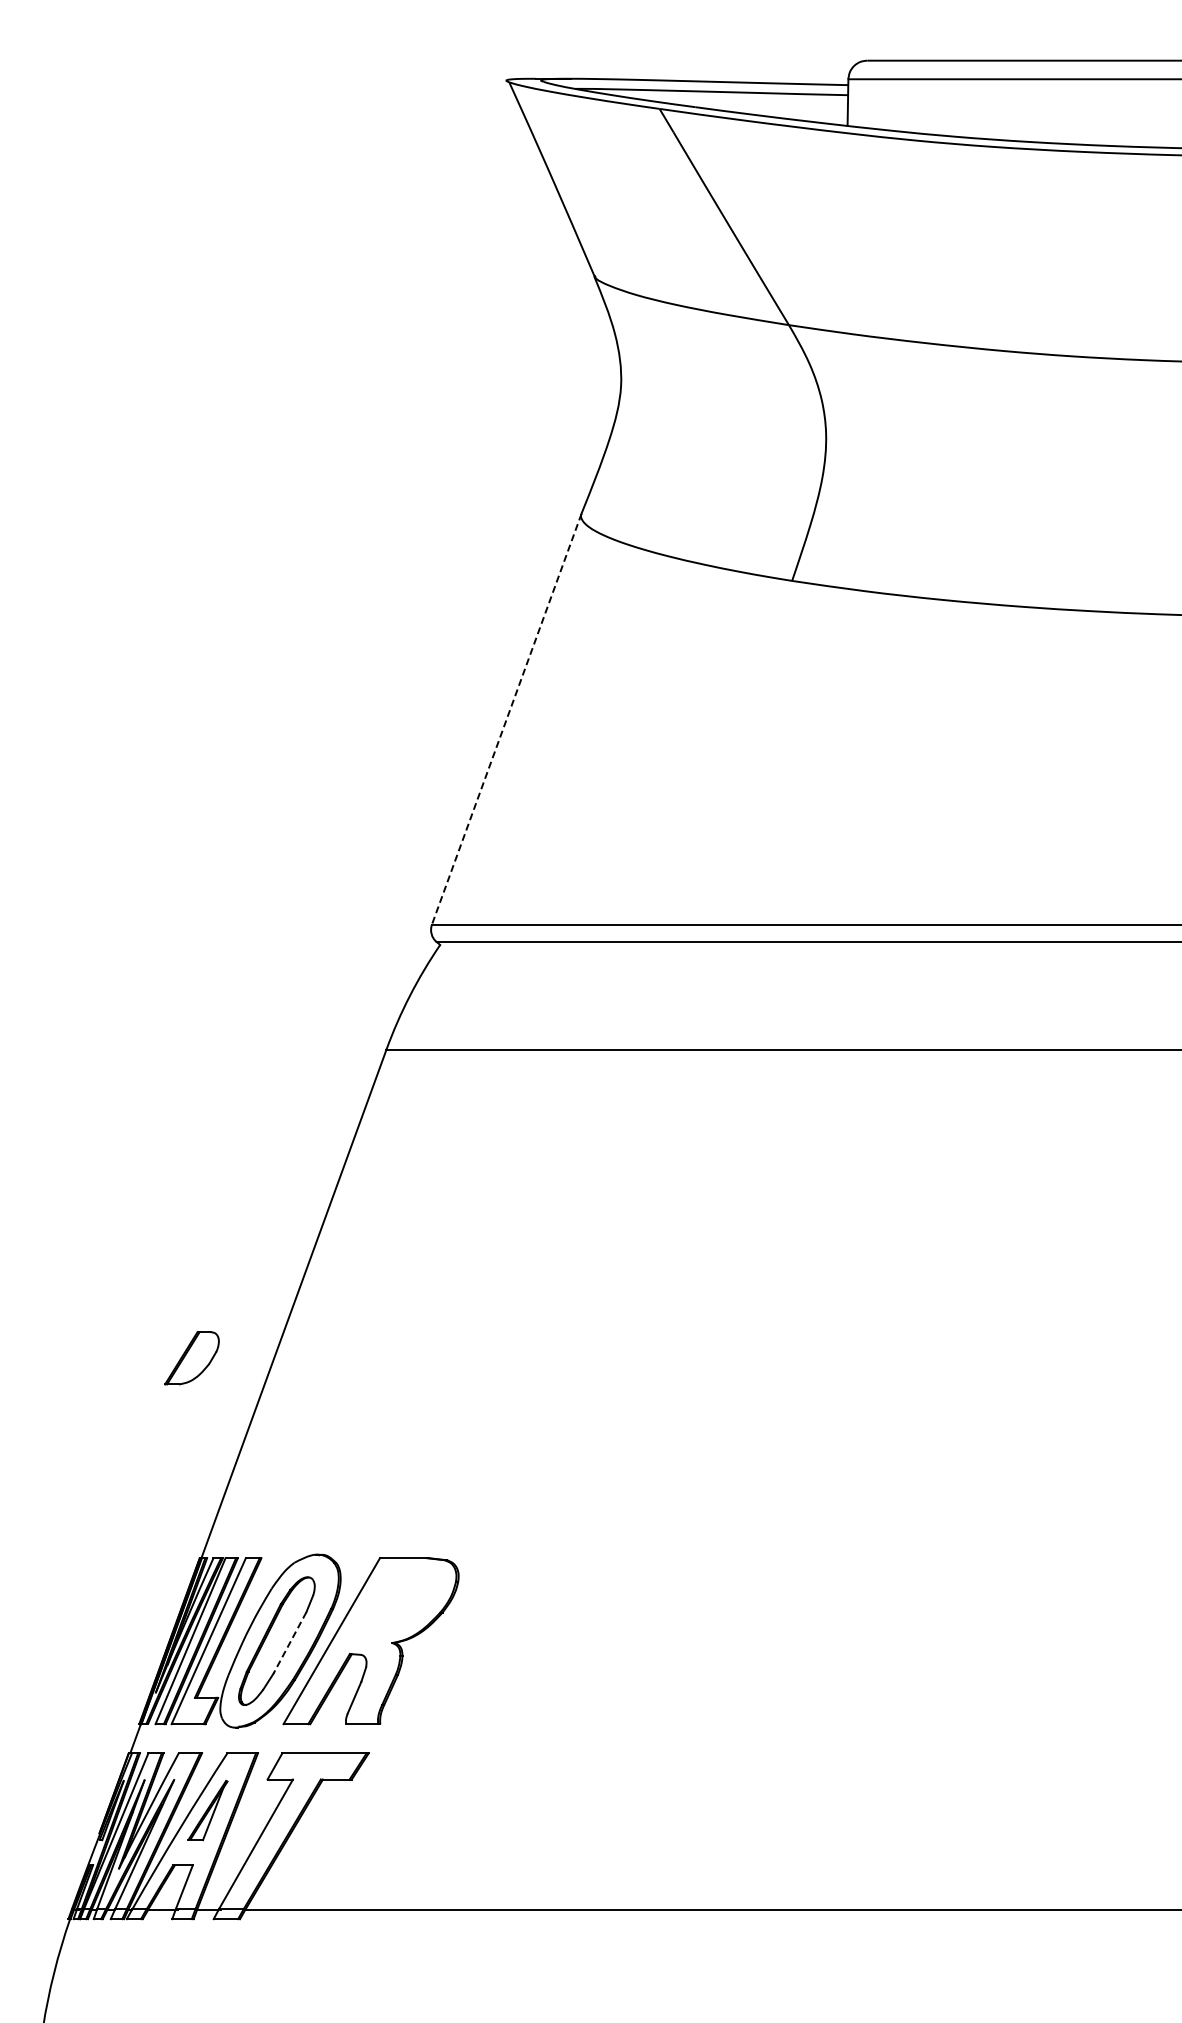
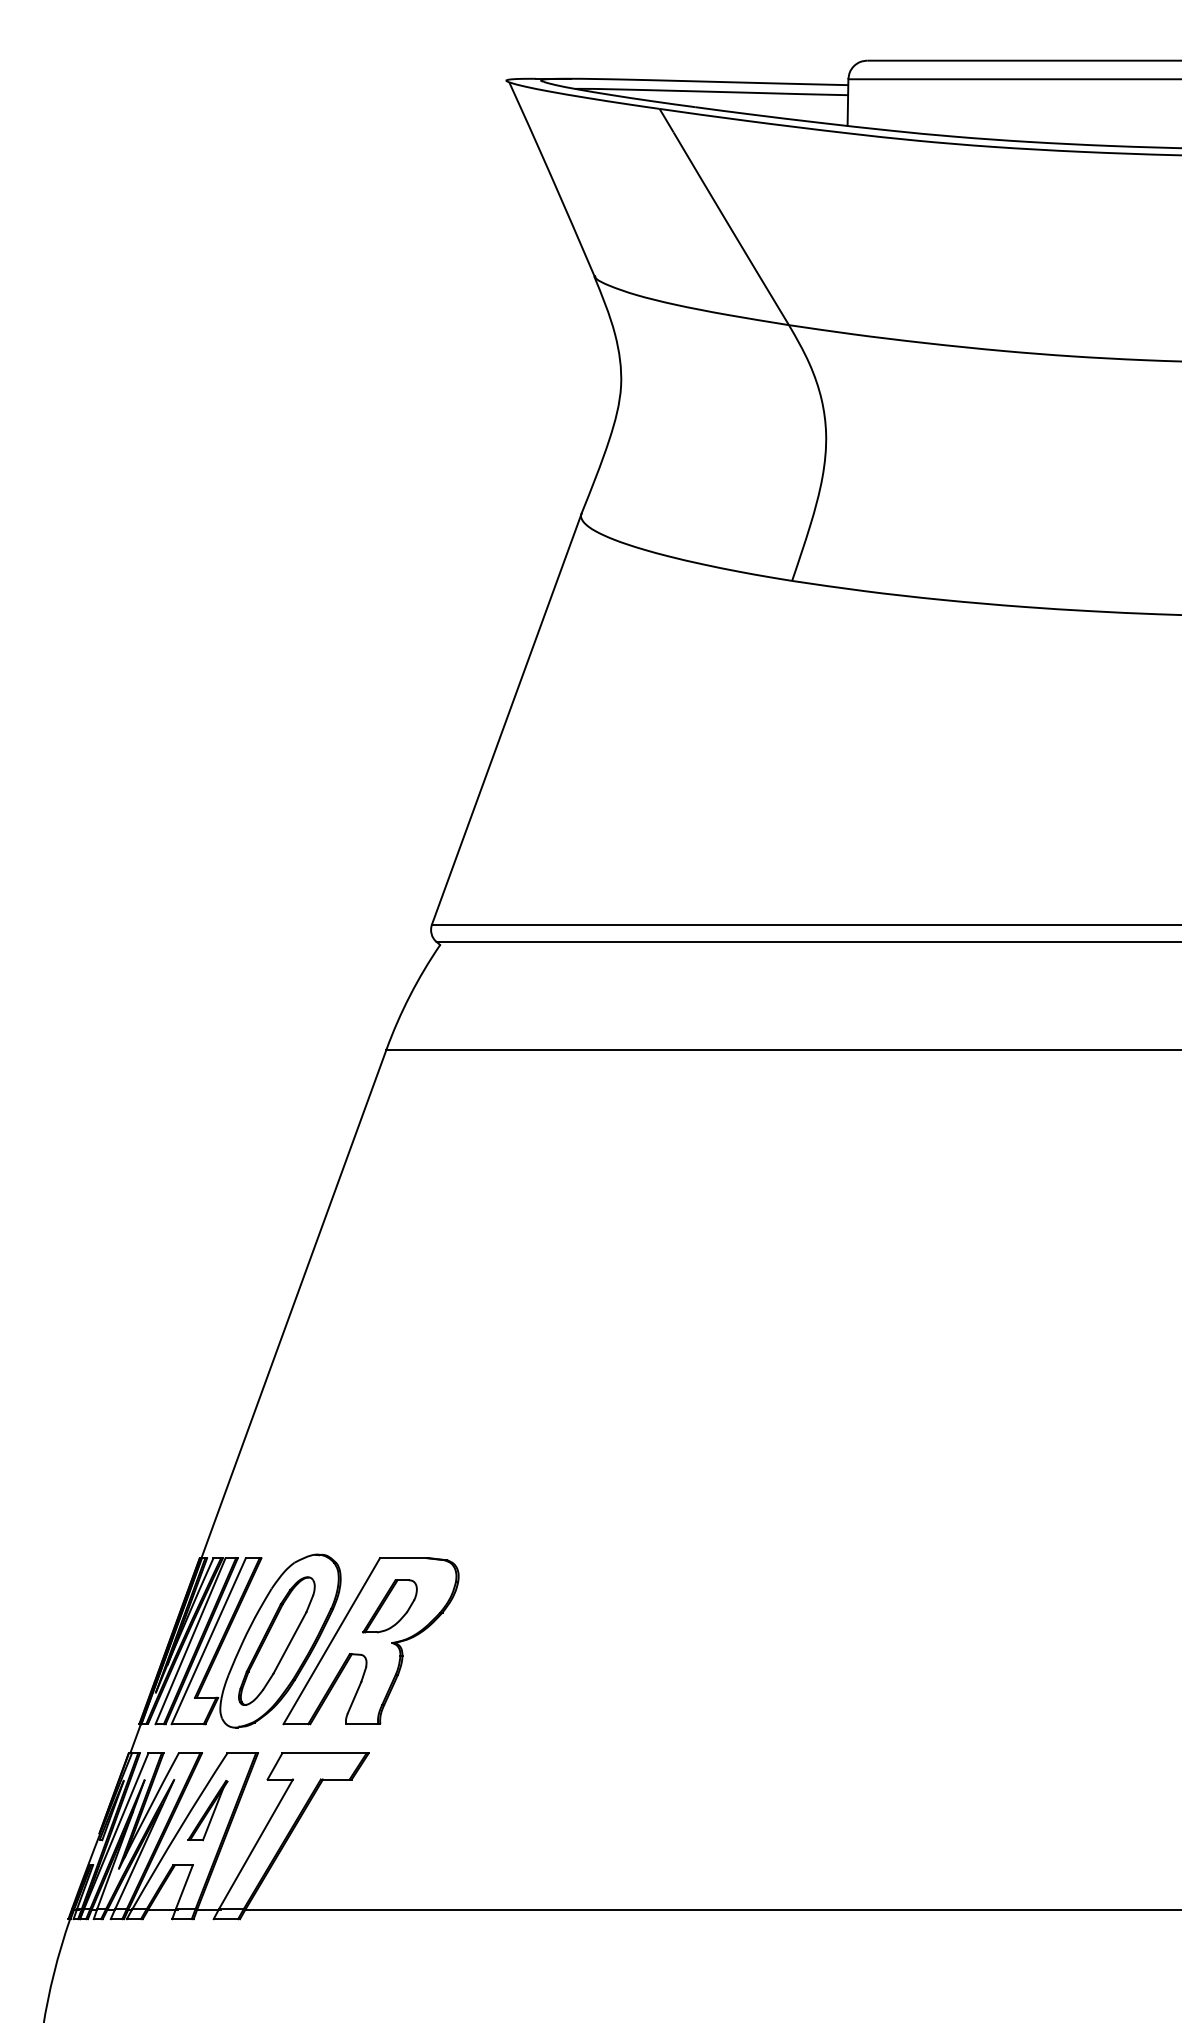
line at (506, 719): dashed -> solid
part at (191, 1358) position: (191, 1358) -> (389, 1606)
line at (289, 1643): dashed -> solid
